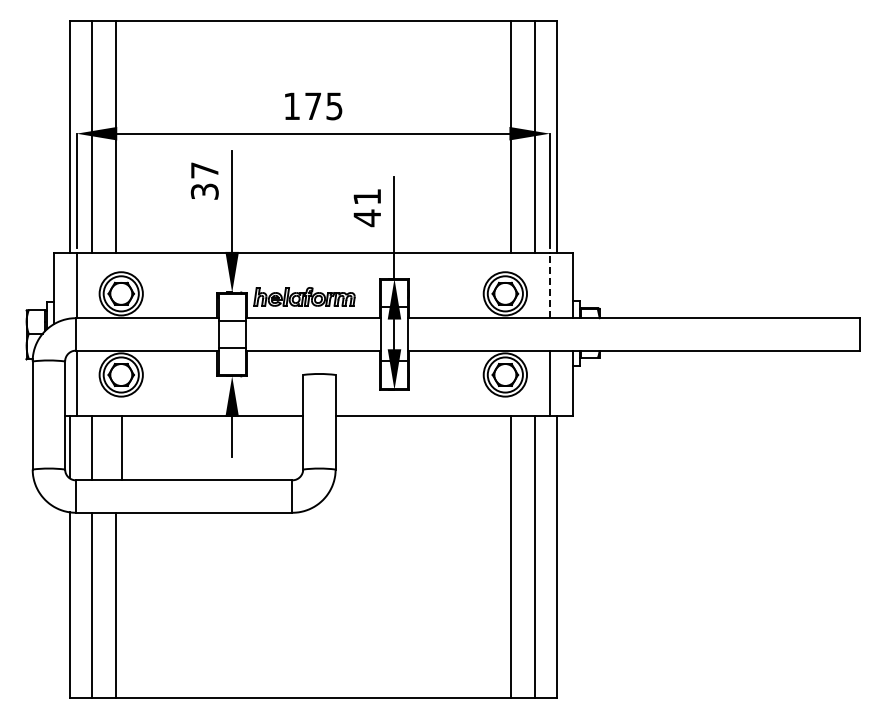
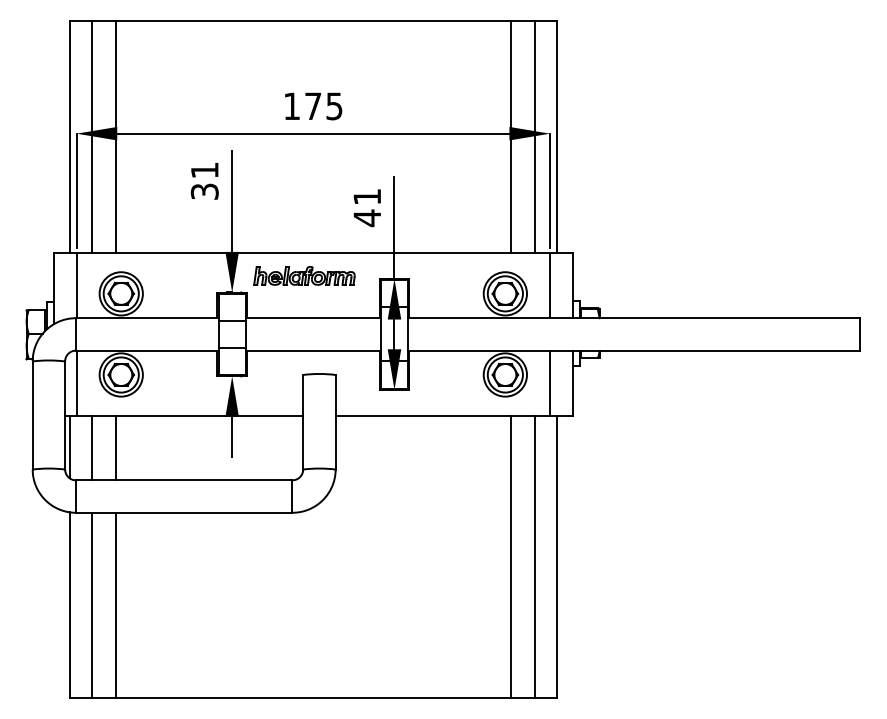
text at (204, 170): 37 -> 31
line at (550, 285): dashed -> solid
part at (304, 296) position: (304, 296) -> (304, 275)
line at (121, 447) position: (121, 447) -> (115, 447)
